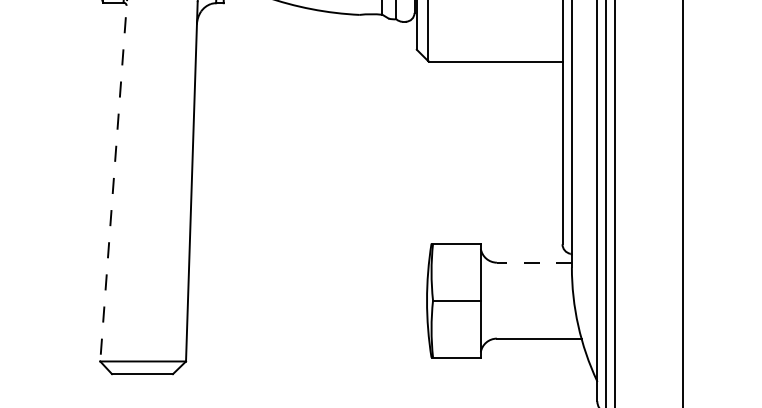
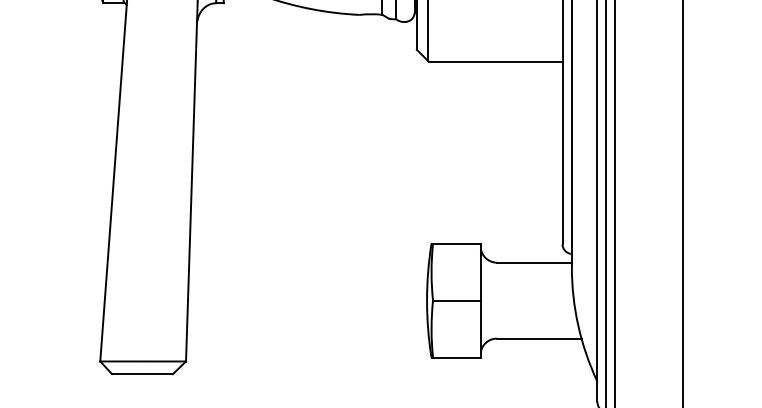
line at (113, 181): dashed -> solid
line at (533, 262): dashed -> solid
